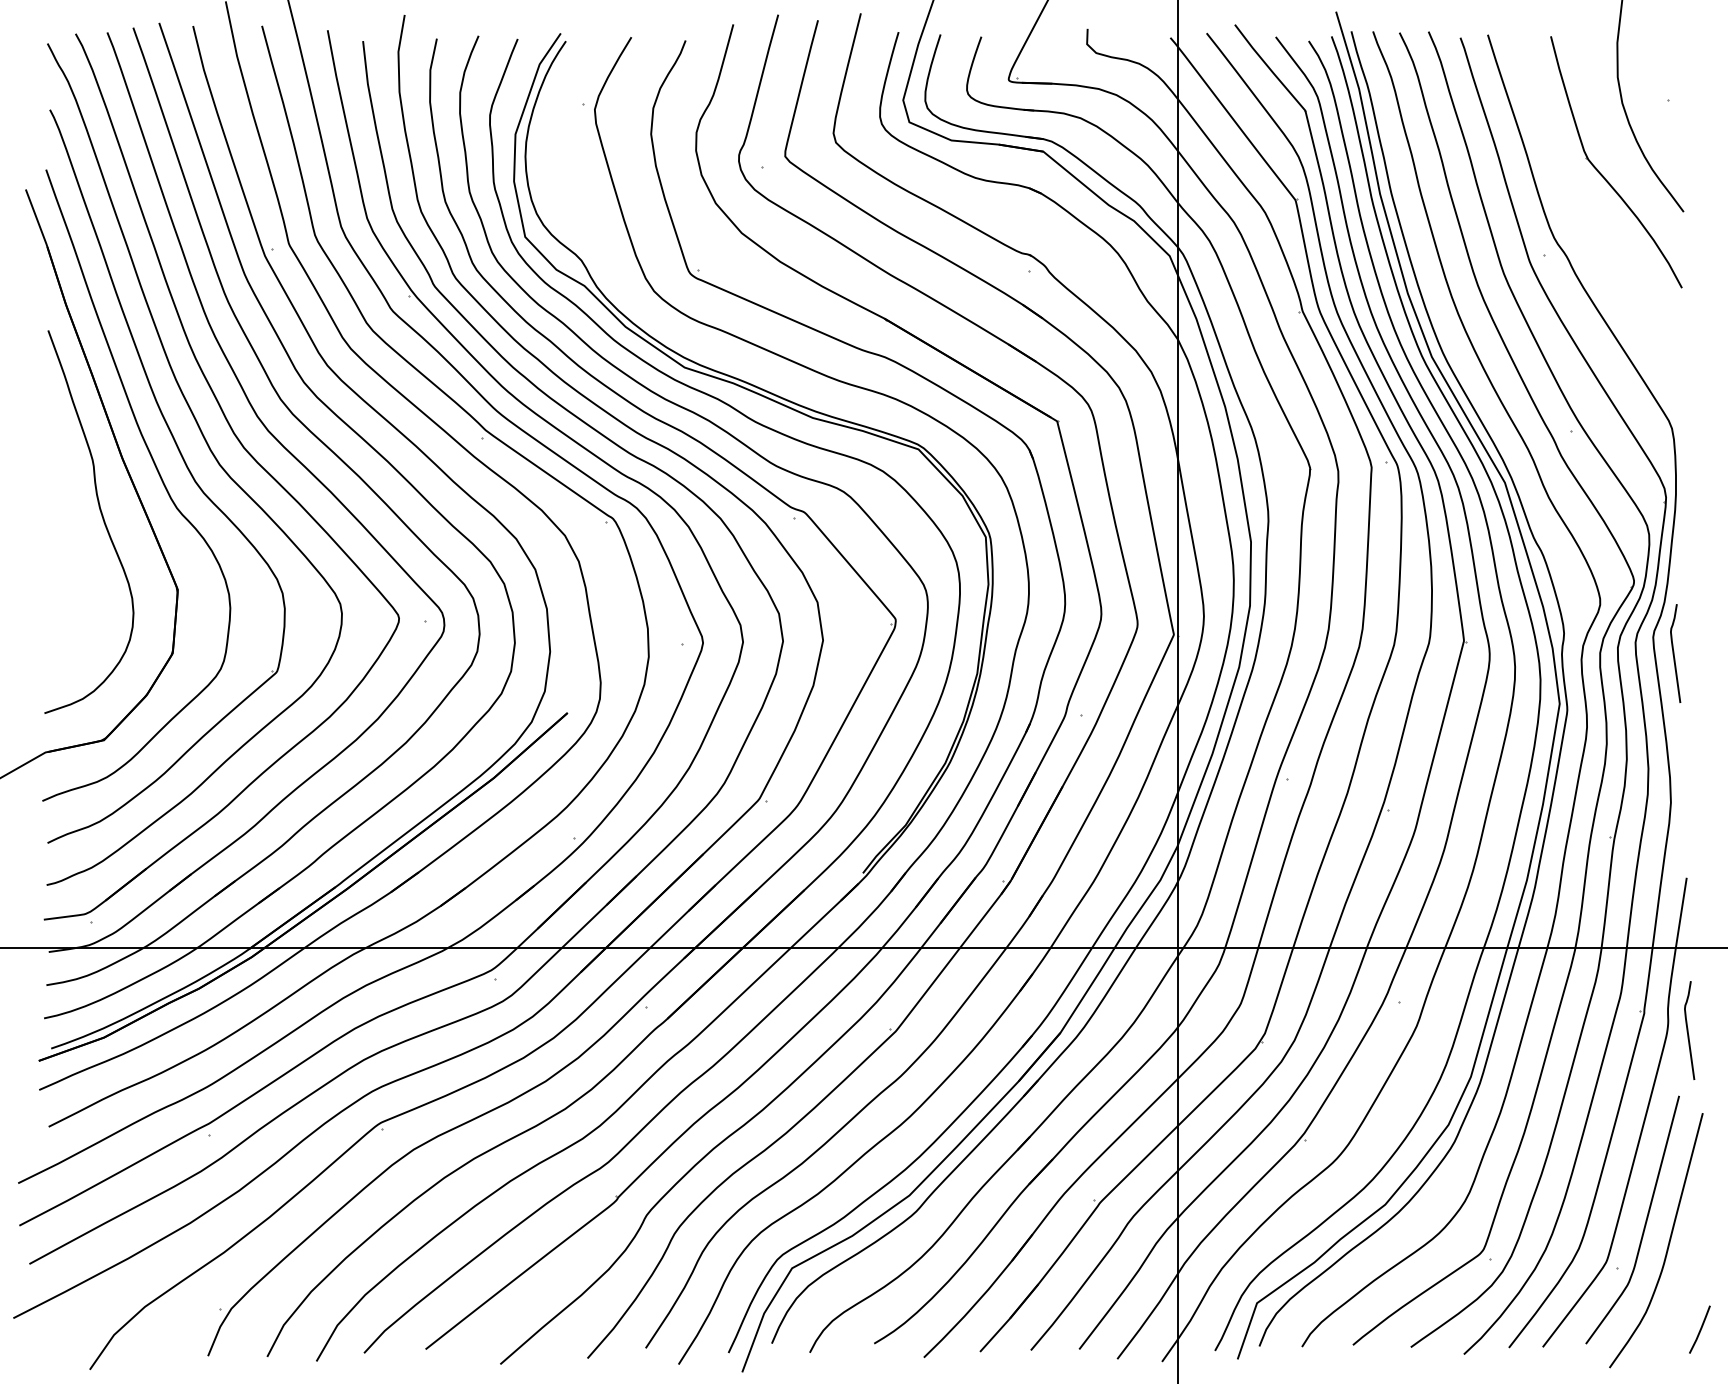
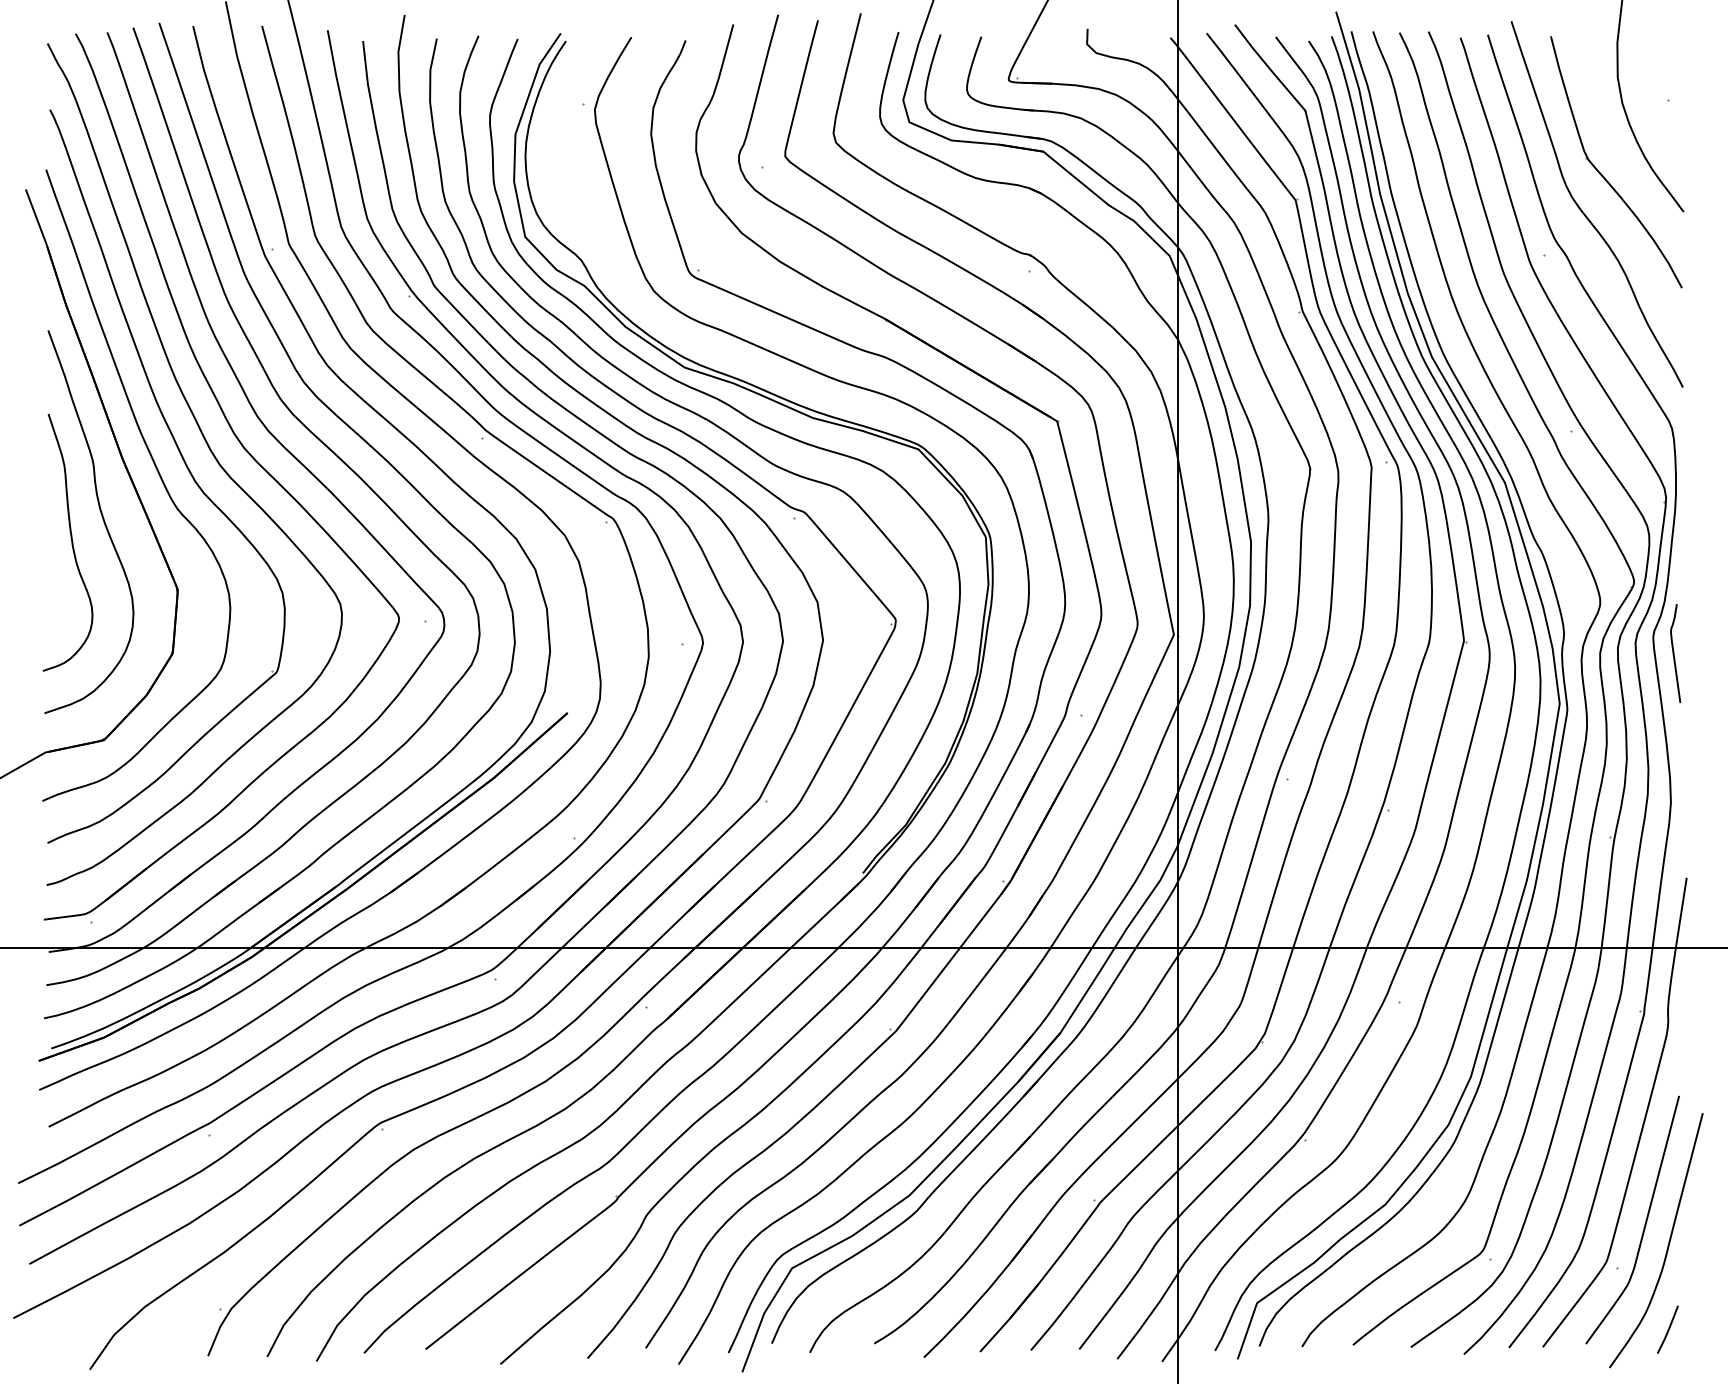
curve at (1584, 212): none -> present
curve at (71, 542): none -> present
curve at (1688, 1030): present -> none
line at (1699, 1329) position: (1699, 1329) -> (1667, 1329)
